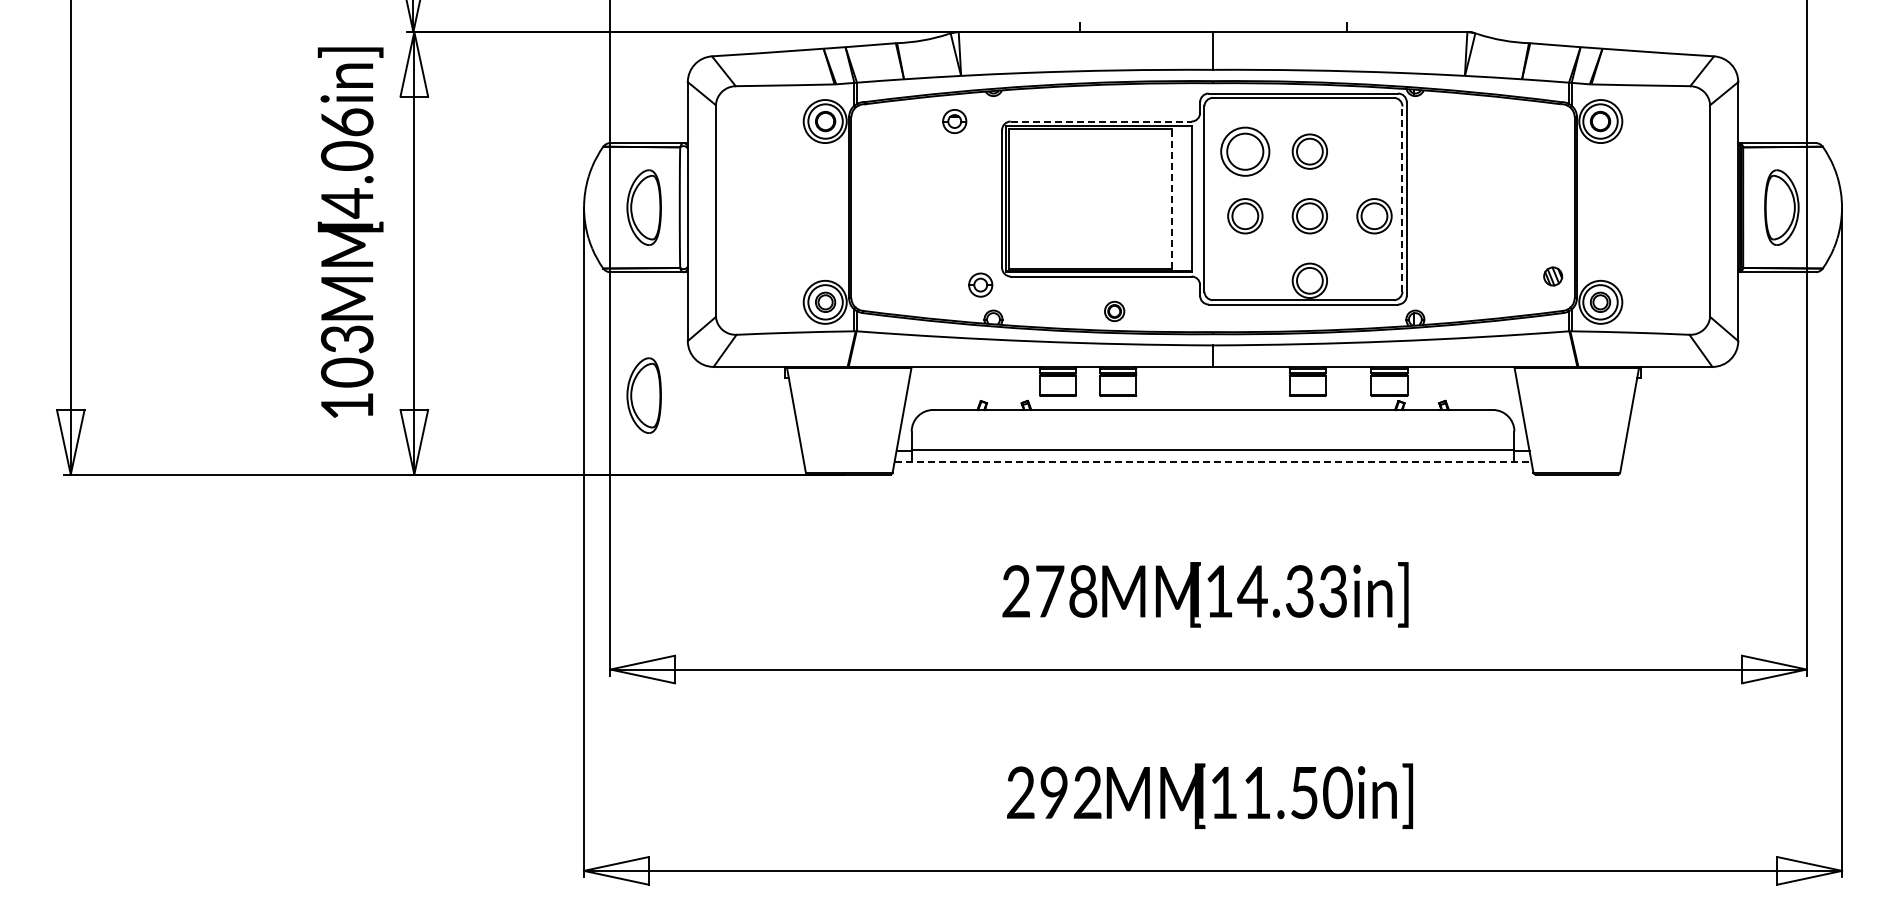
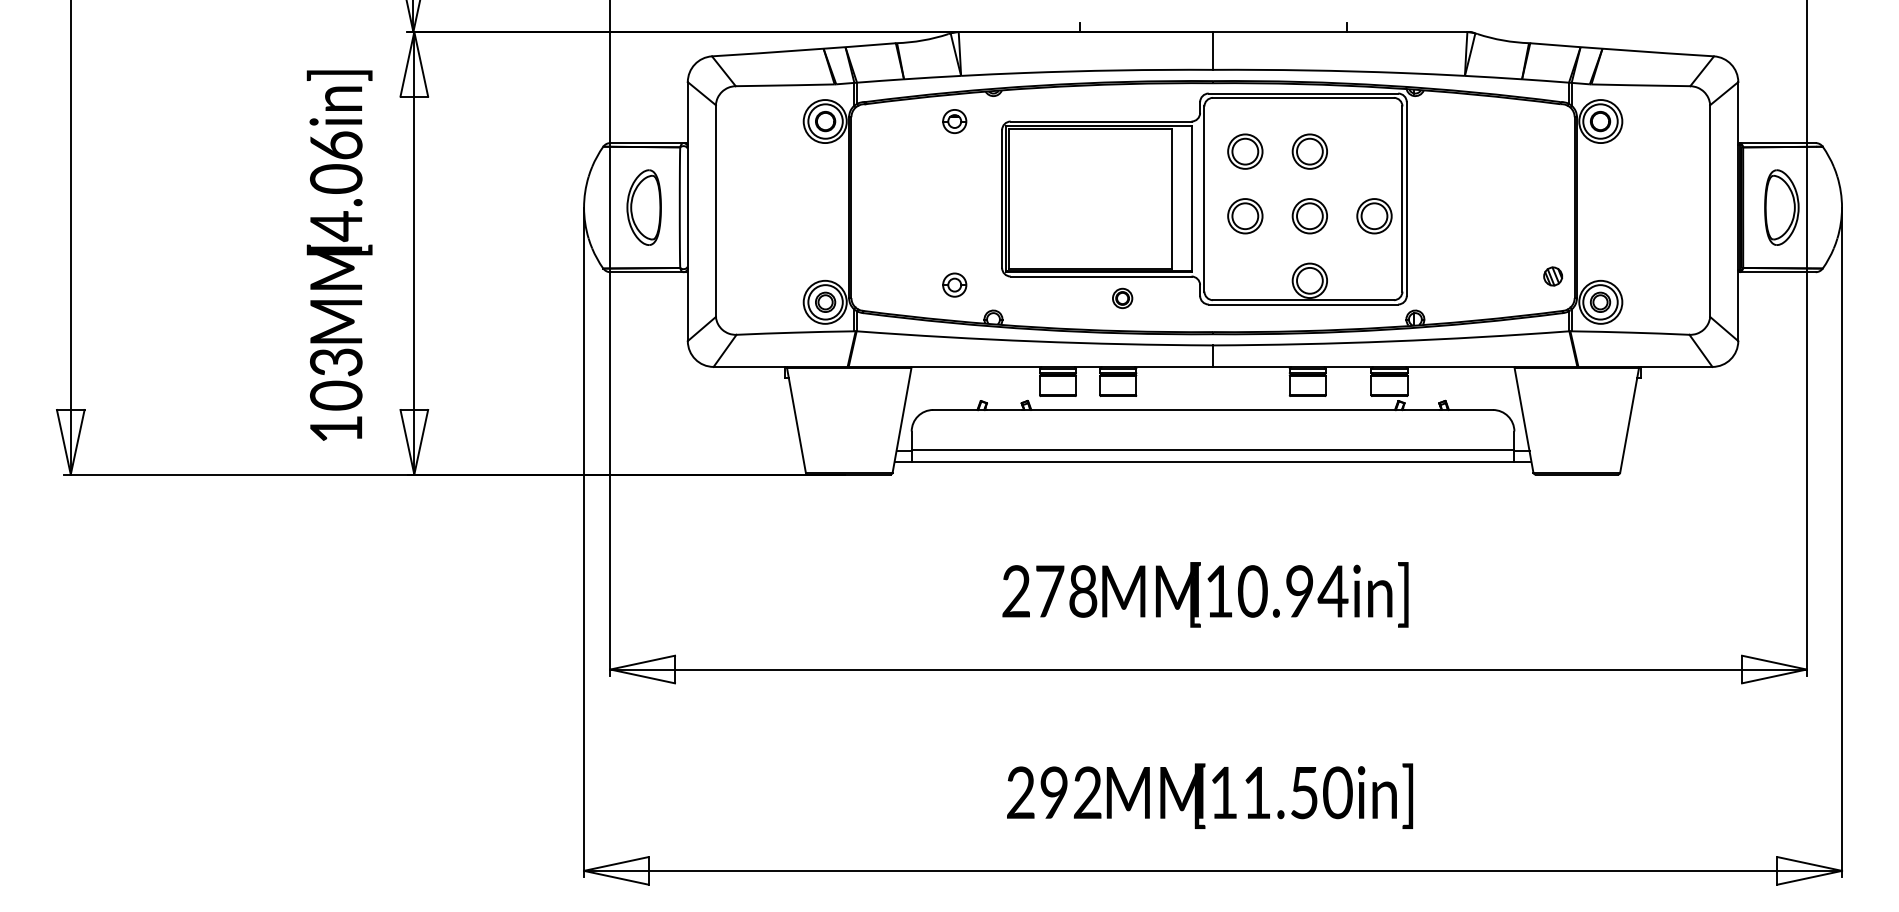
line at (1101, 121): dashed -> solid
part at (1245, 151) size: 51x51 px -> 37x37 px
line at (1172, 199): dashed -> solid
line at (1402, 199): dashed -> solid
text at (350, 232) position: (350, 232) -> (339, 255)
part at (980, 284) position: (980, 284) -> (954, 284)
part at (1114, 311) position: (1114, 311) -> (1122, 298)
part at (643, 395): present -> none
line at (1213, 461): dashed -> solid
text at (1292, 591): [14.33in] -> [10.94in]
